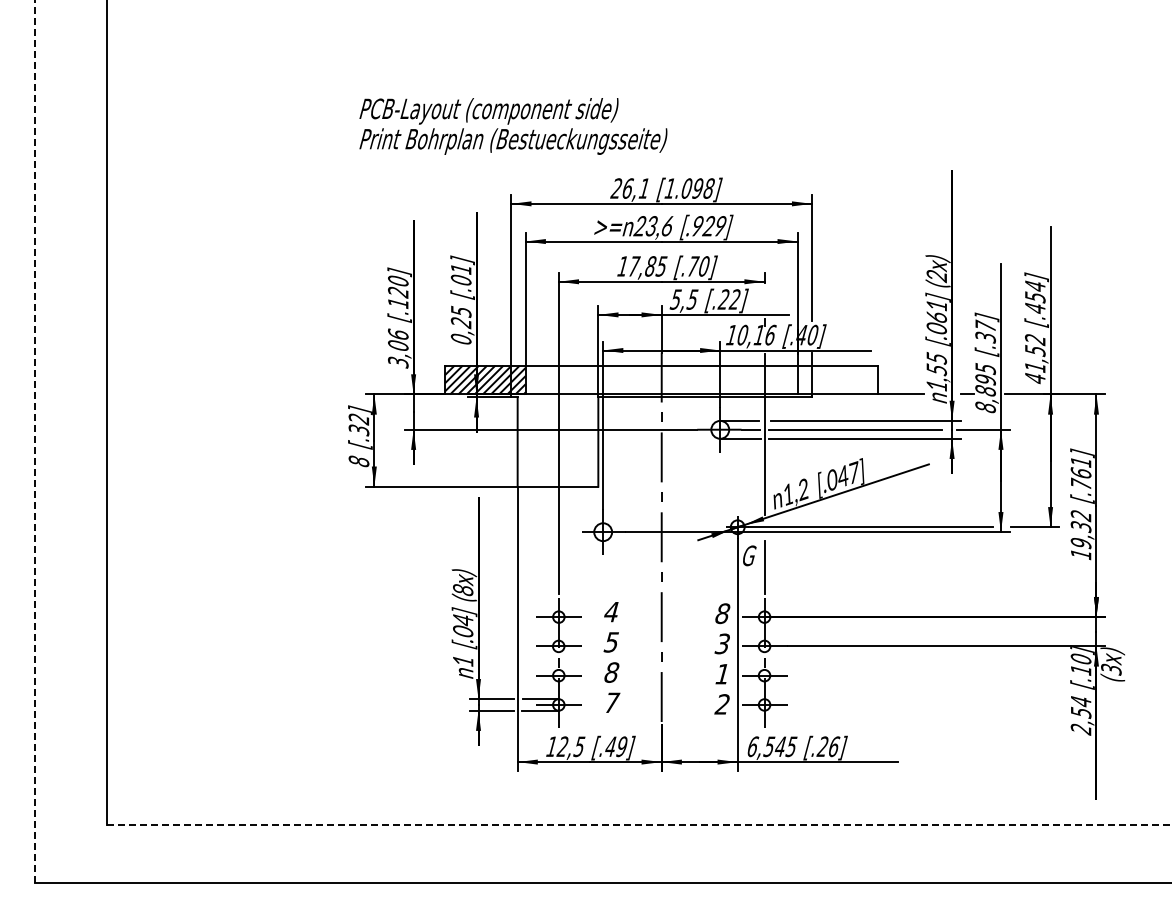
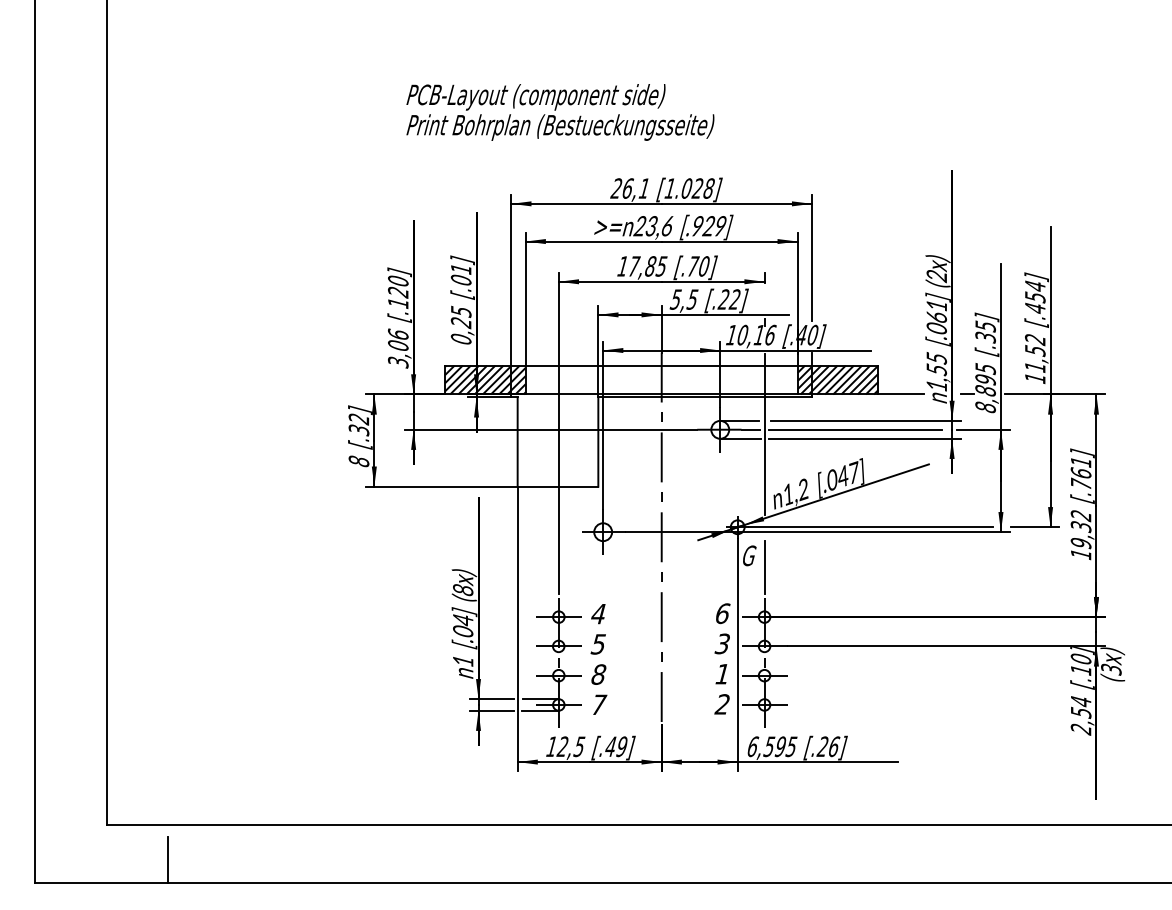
text at (513, 126) position: (513, 126) -> (560, 112)
text at (697, 188): [1.098] -> [1.028]
text at (985, 325): [.37] -> [.35]
text at (1035, 378): 41,52 -> 11,52
hatch at (837, 379): none -> present
line at (35, 442): dashed -> solid
text at (722, 613): 8 -> 6
text at (611, 657) position: (611, 657) -> (598, 659)
text at (780, 746): 6,545 -> 6,595
line at (639, 825): dashed -> solid
line at (167, 859): none -> present
